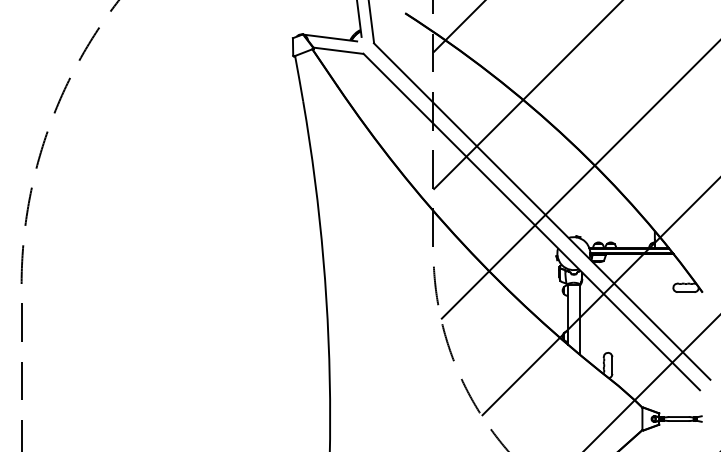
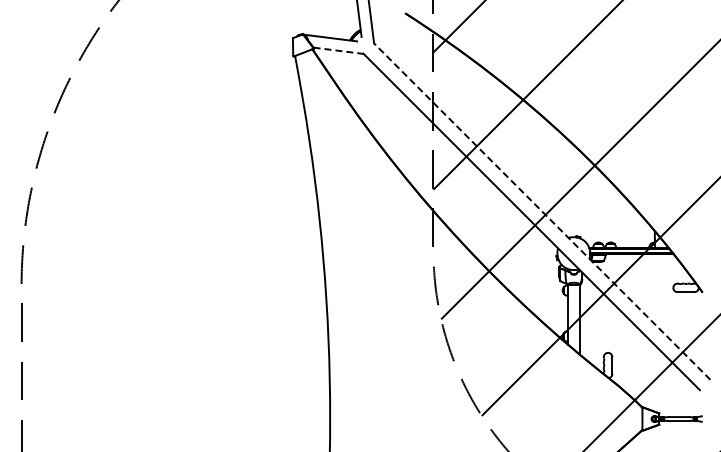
line at (338, 50): solid -> dashed
line at (542, 211): solid -> dashed
